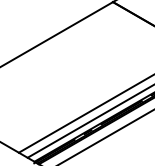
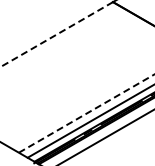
line at (56, 34): solid -> dashed
line at (86, 113): solid -> dashed
